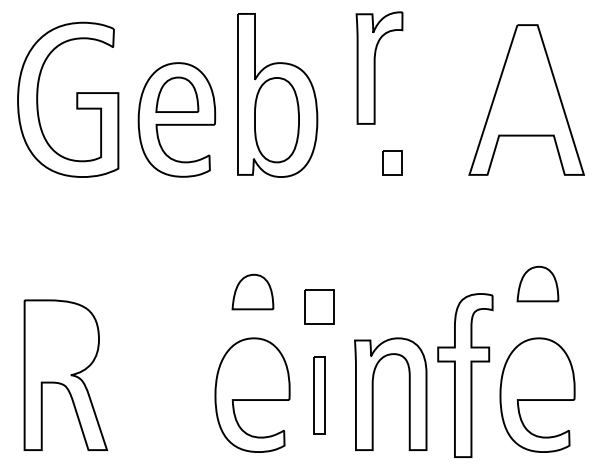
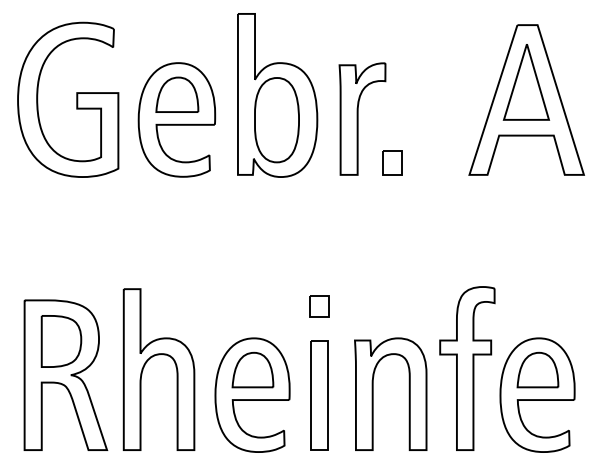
part at (379, 67) position: (379, 67) -> (362, 118)
part at (526, 82): none -> present
part at (537, 283) position: (537, 283) -> (537, 369)
part at (252, 291) position: (252, 291) -> (252, 369)
part at (319, 306) size: 31x36 px -> 21x23 px
part at (61, 341): none -> present
part at (151, 358): none -> present
part at (465, 375) position: (465, 375) -> (467, 368)
part at (319, 395) size: 13x79 px -> 19x111 px
